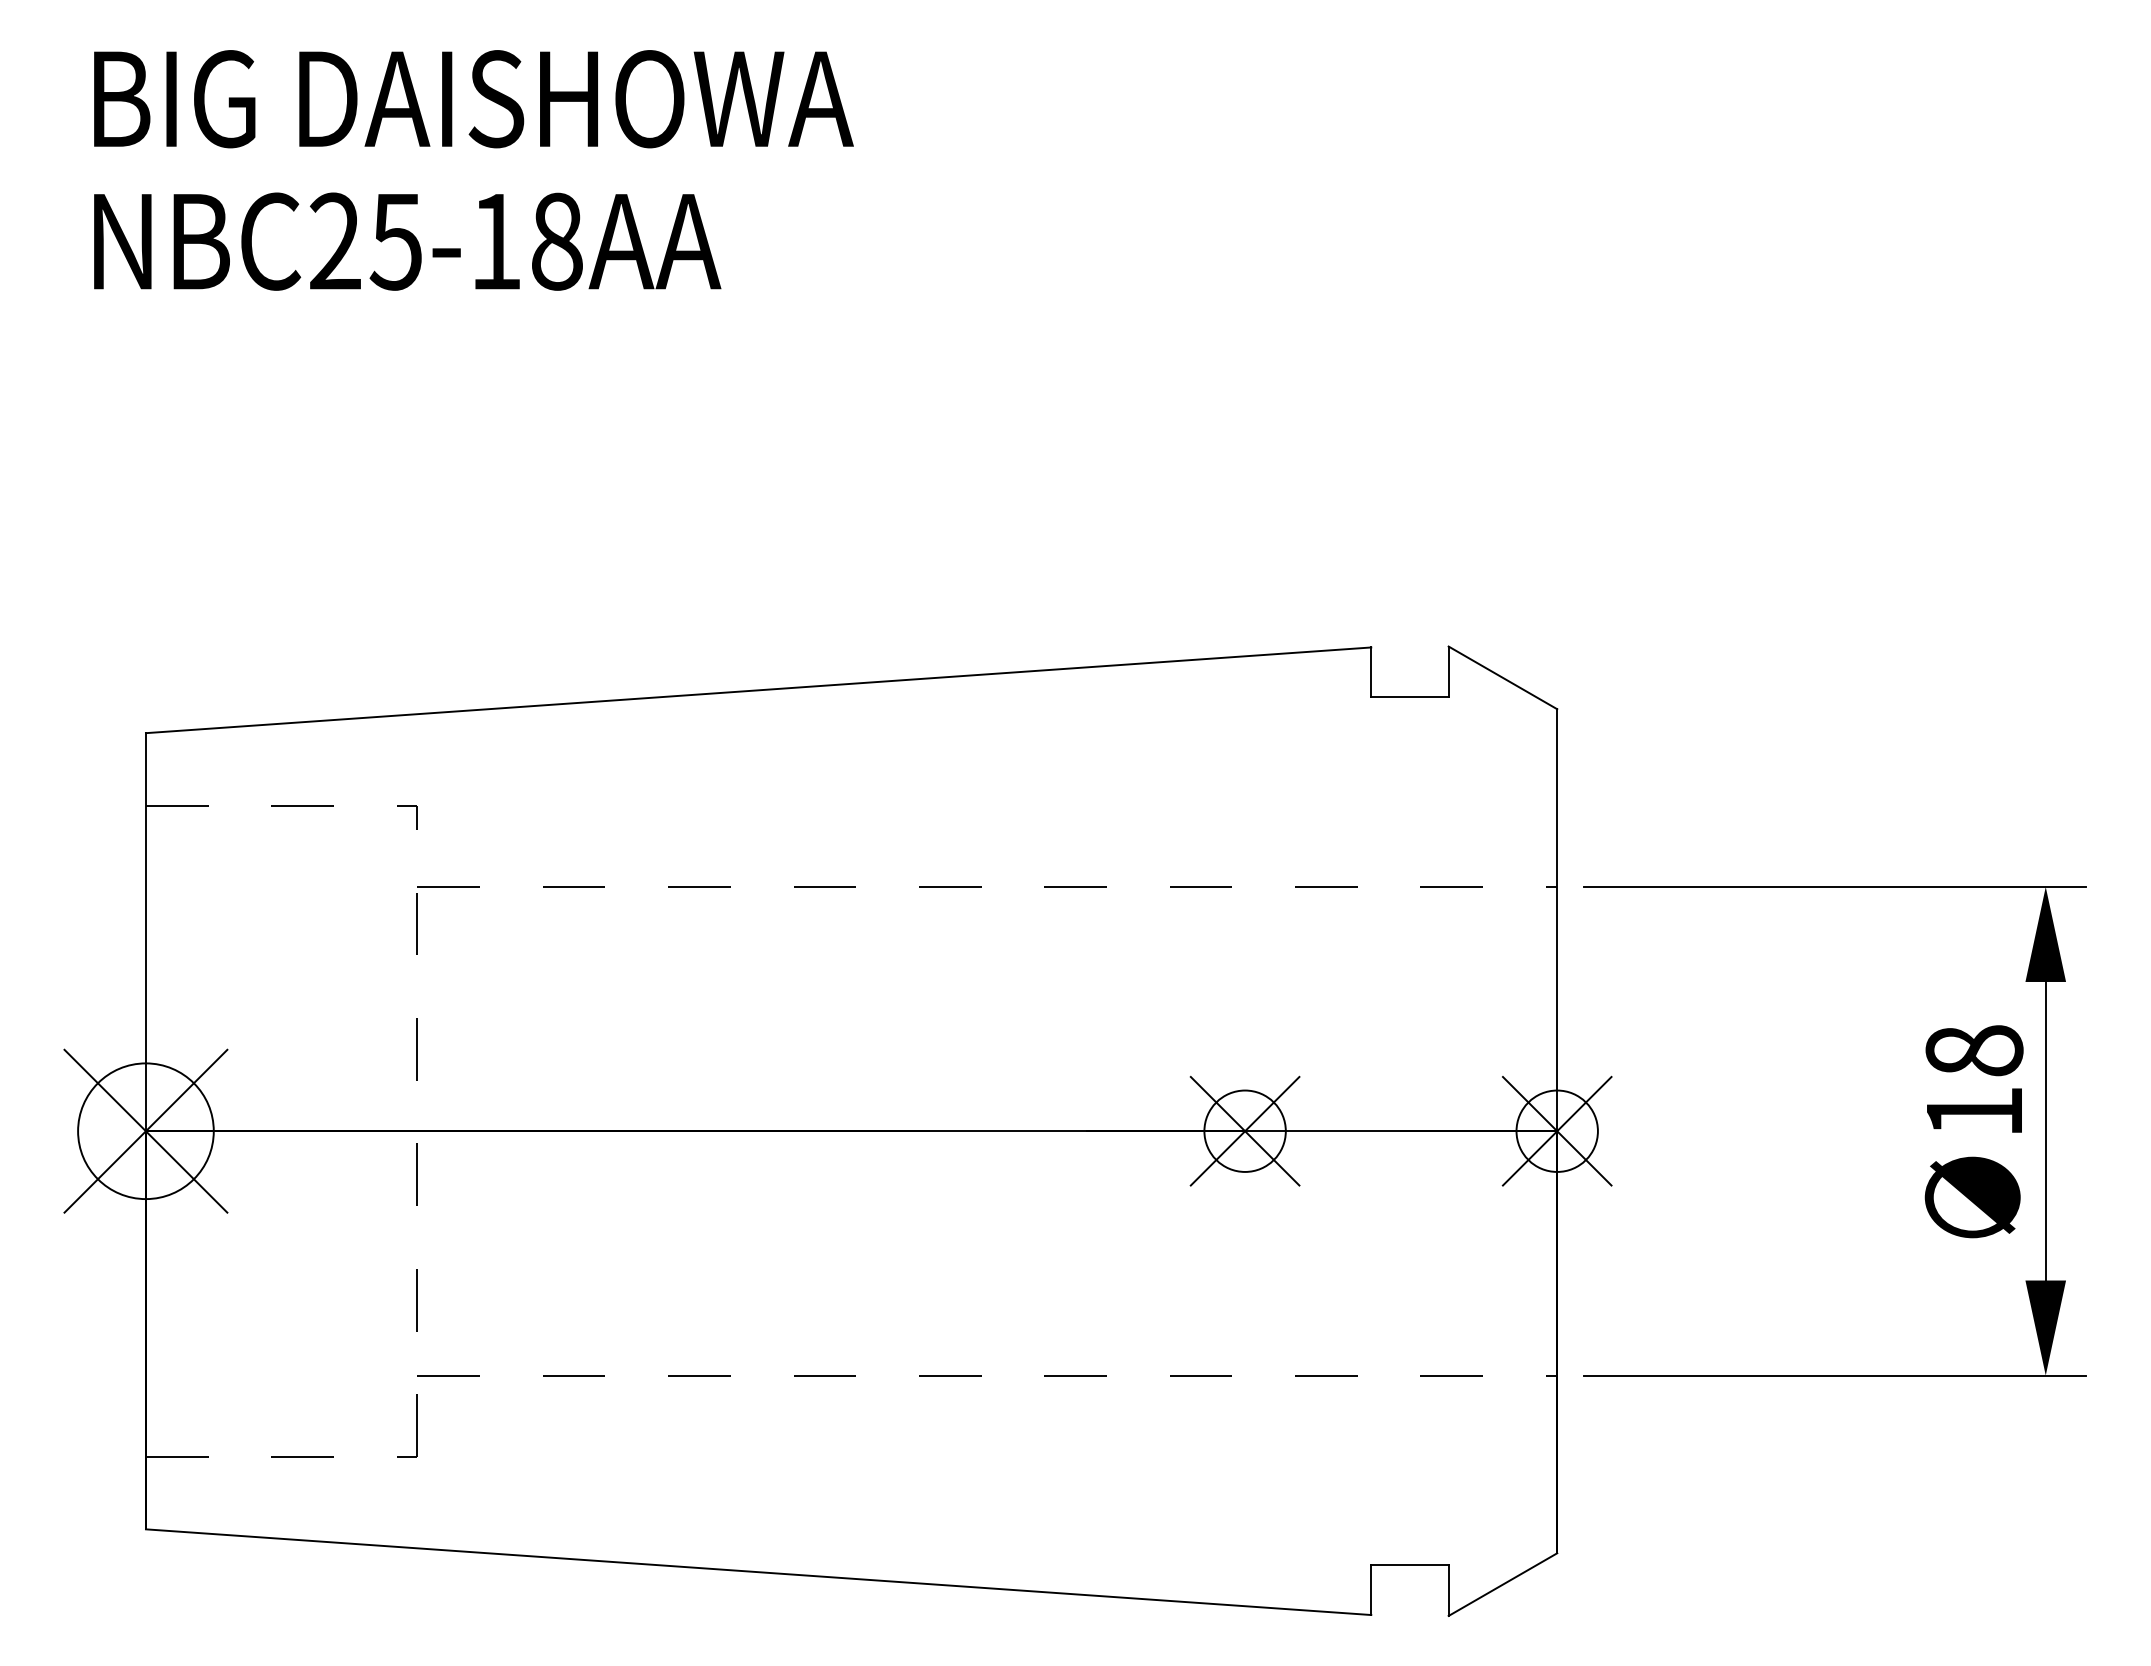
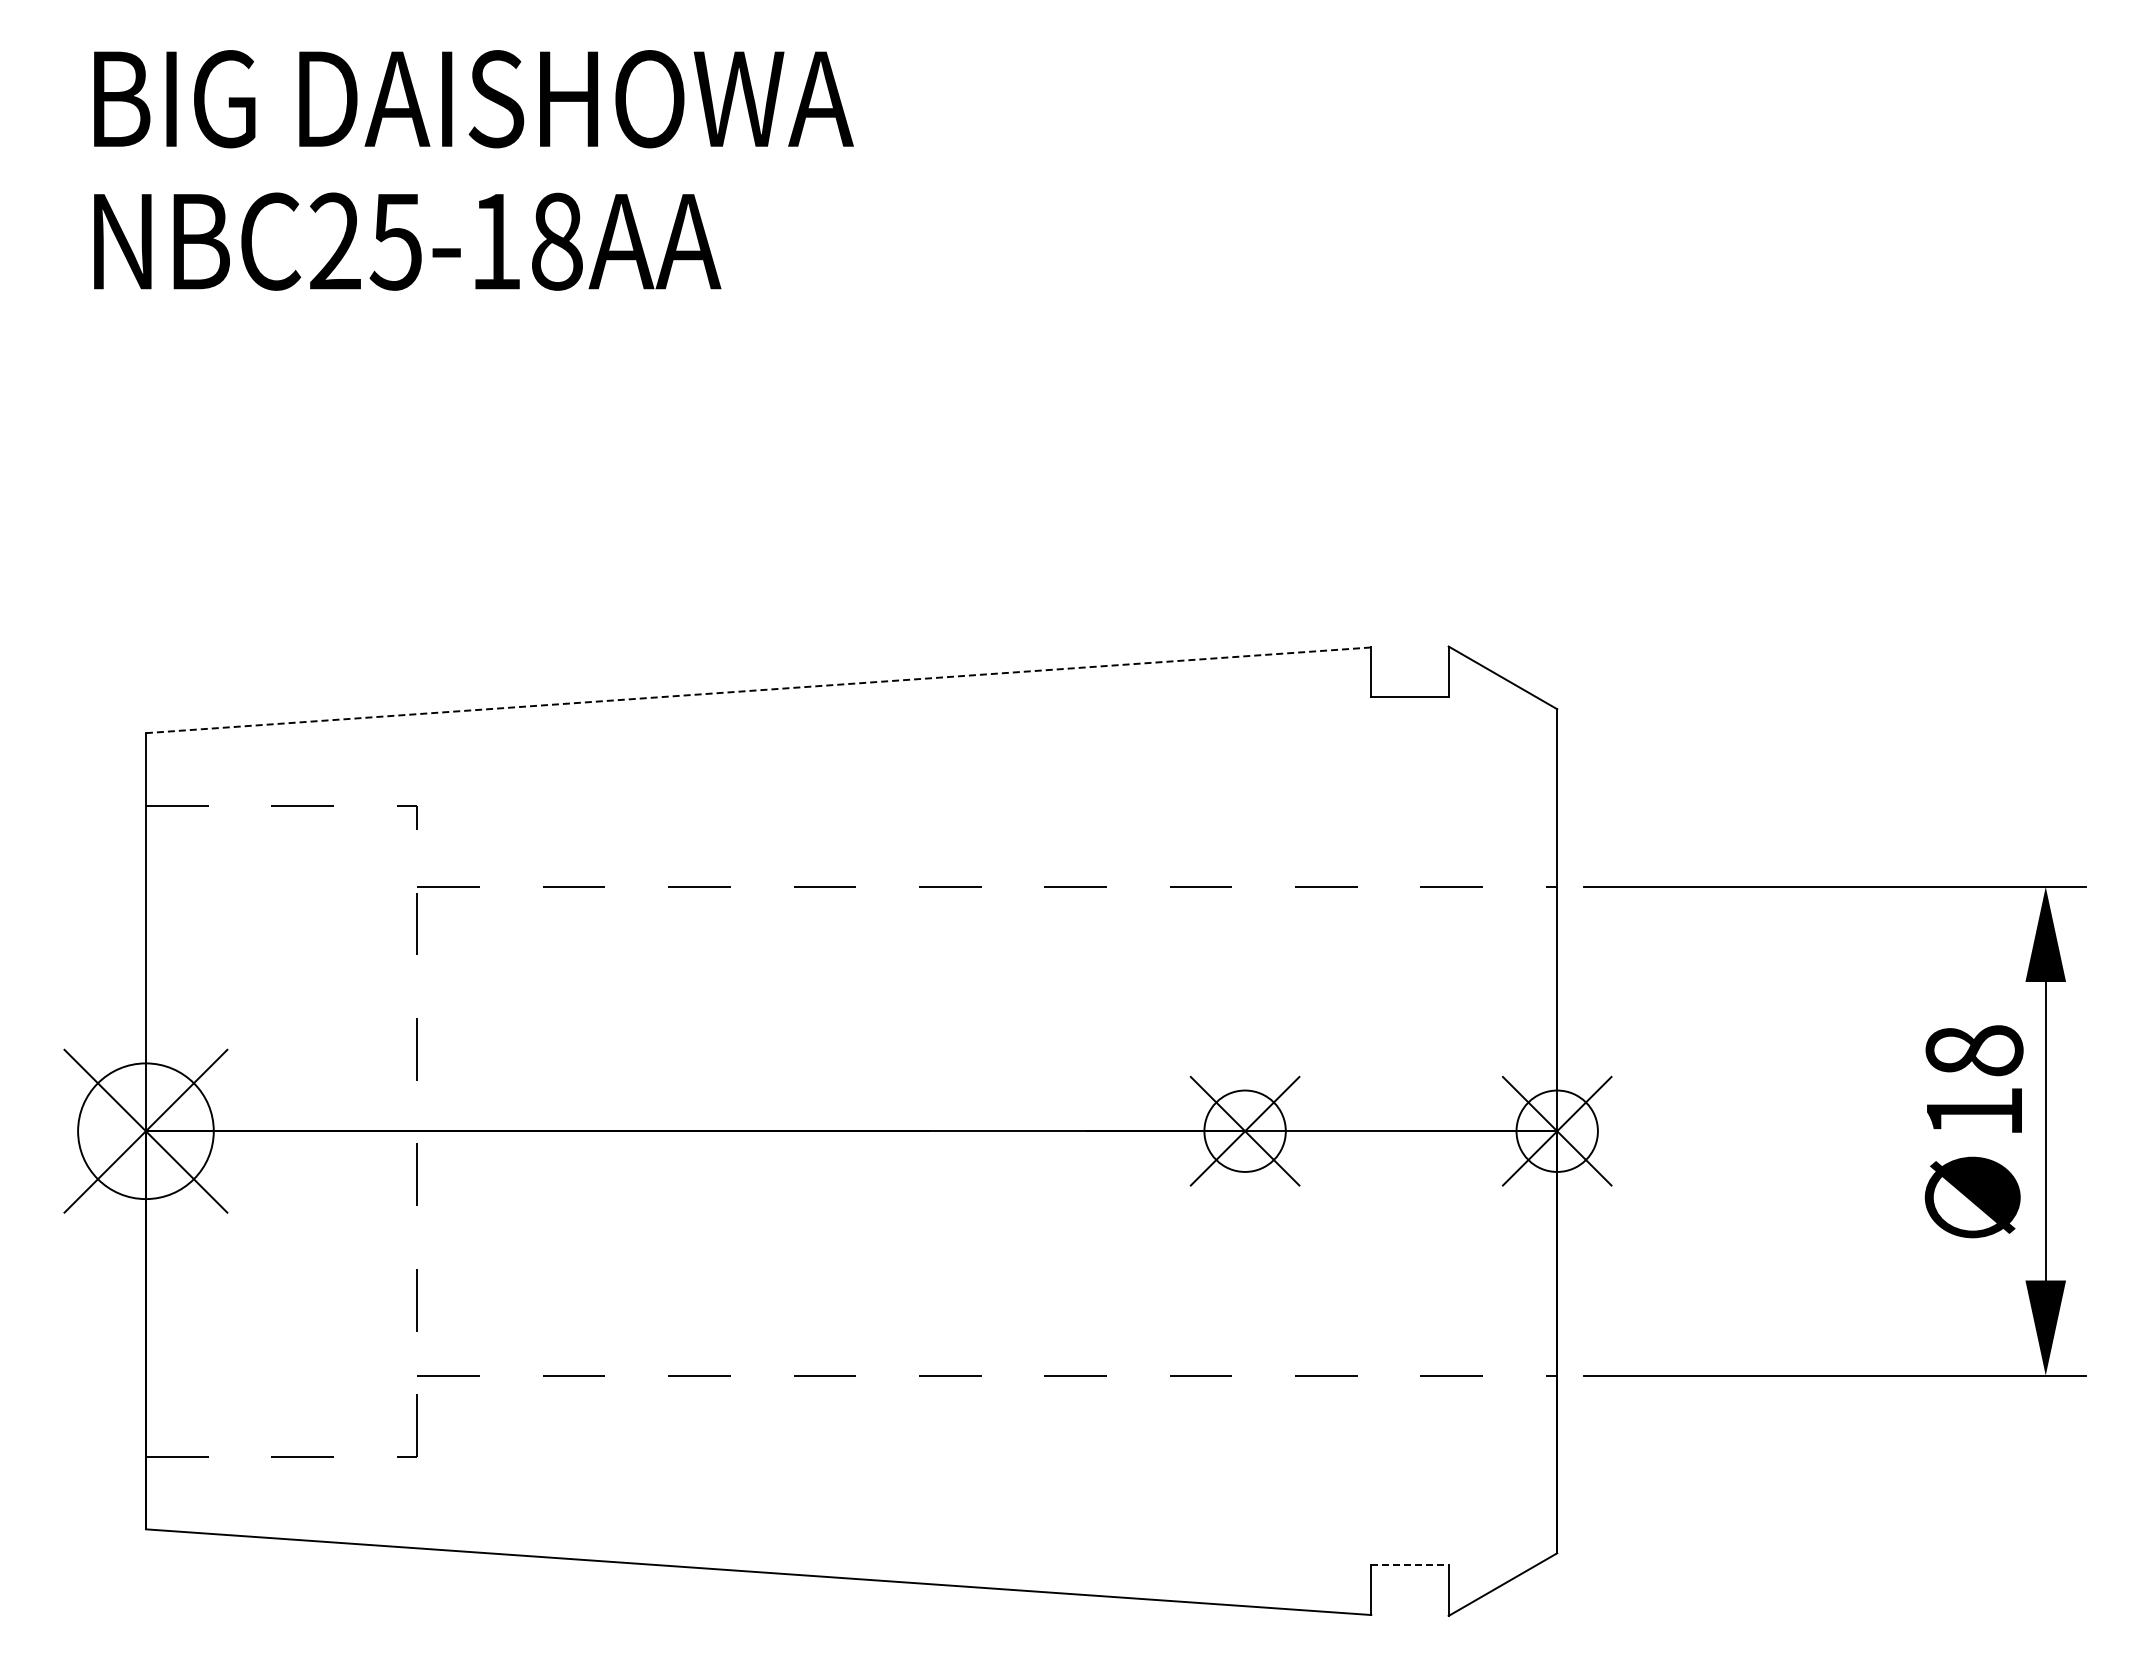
line at (759, 690): solid -> dashed
line at (1409, 1565): solid -> dashed
